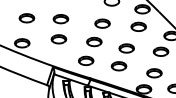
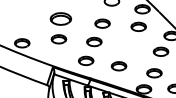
part at (26, 18): present -> none
part at (60, 19) size: 18x11 px -> 23x14 px
part at (126, 48): present -> none
